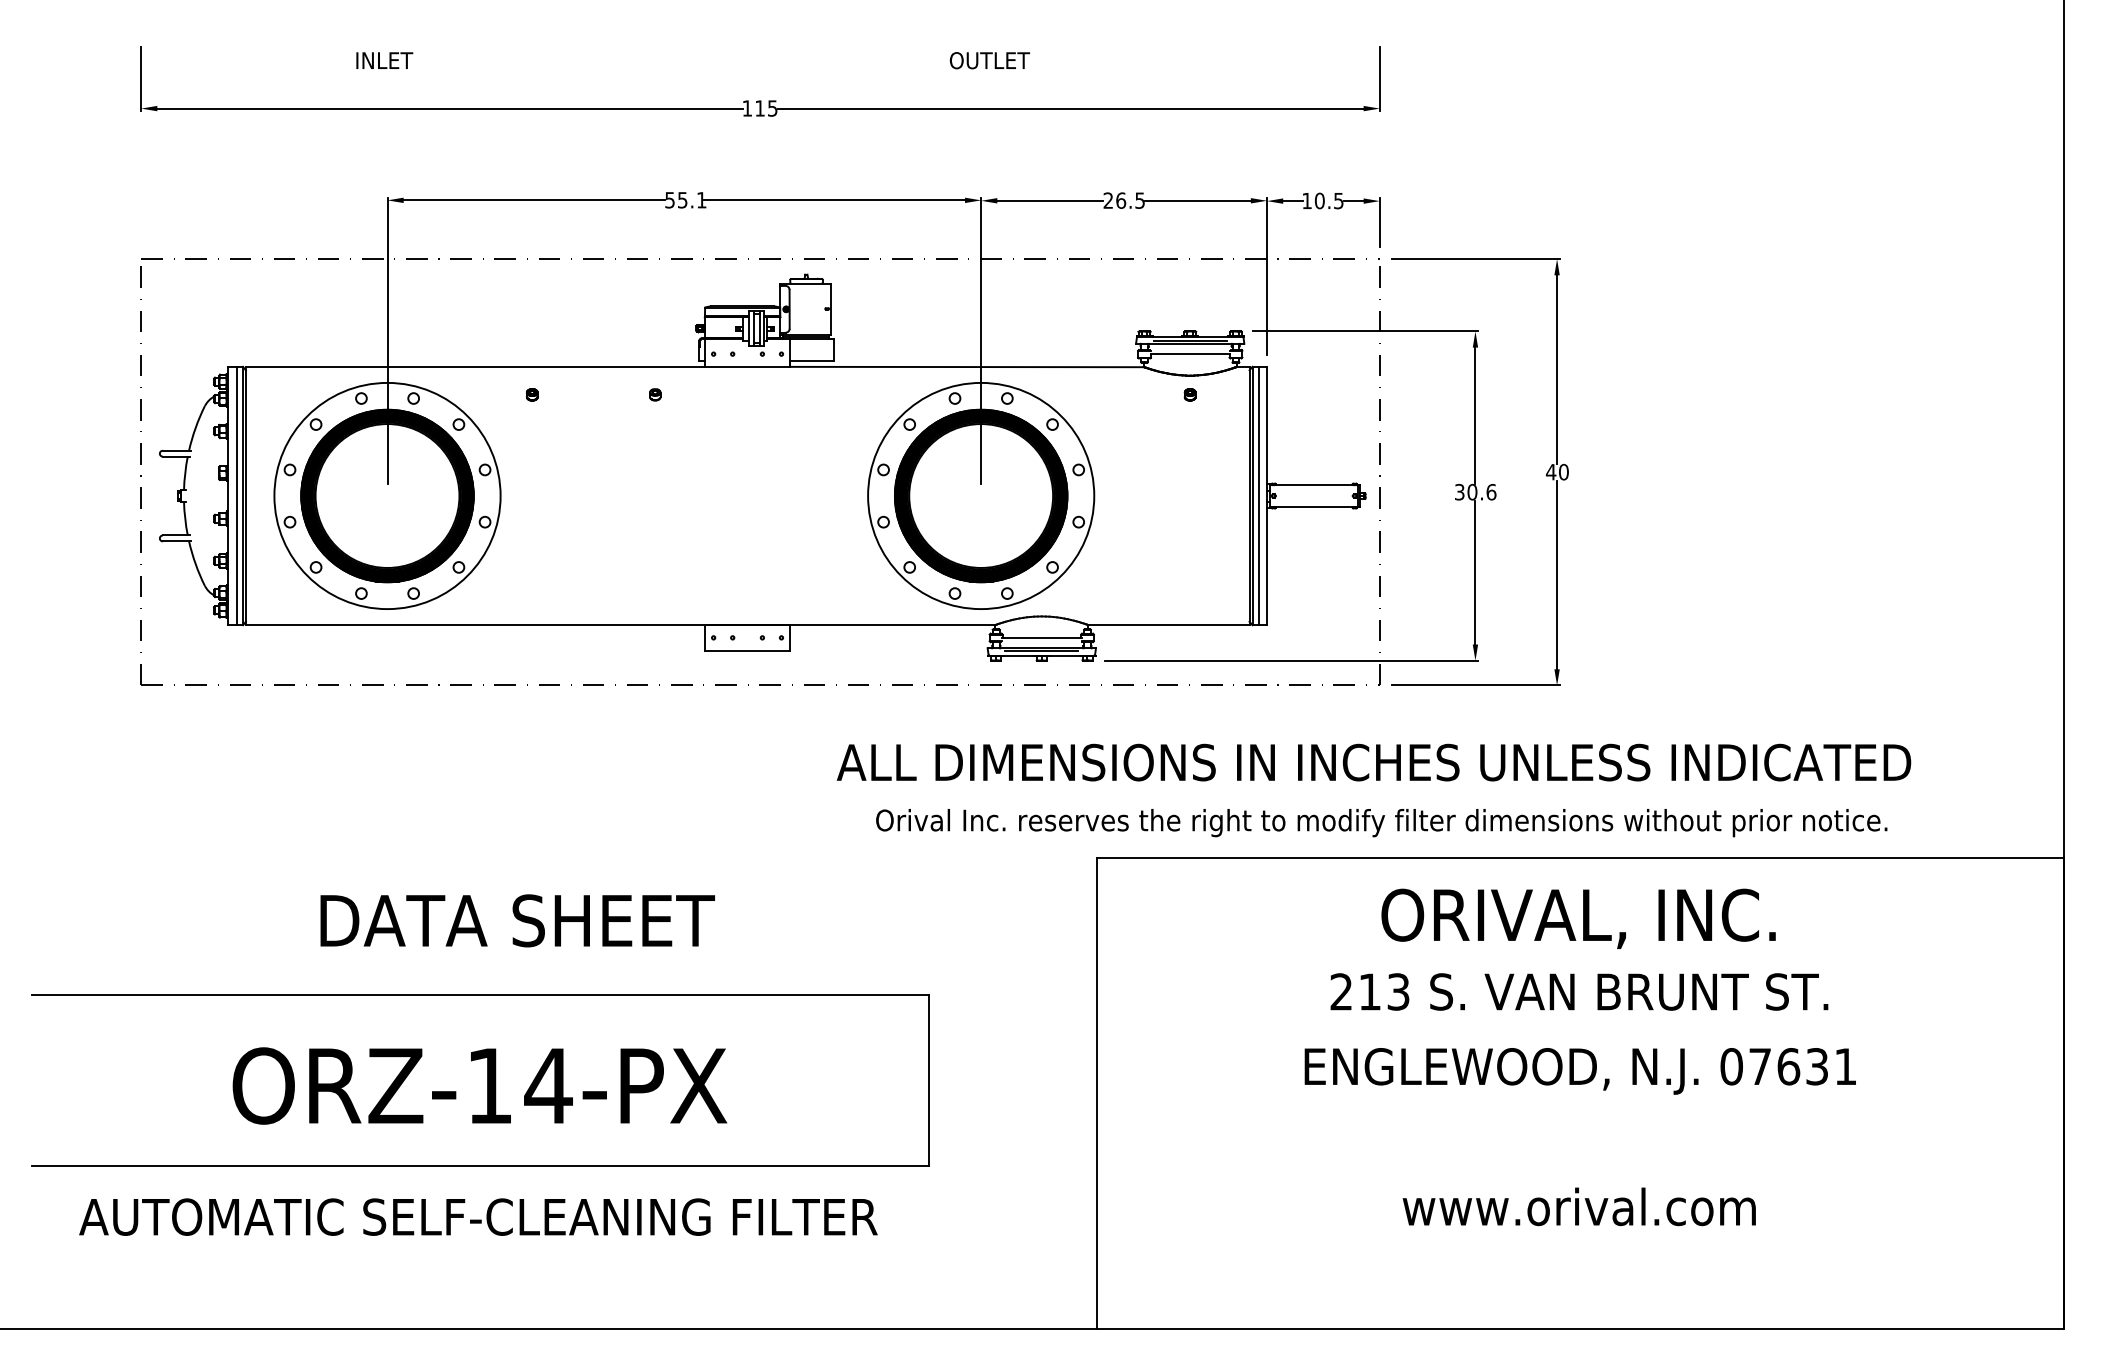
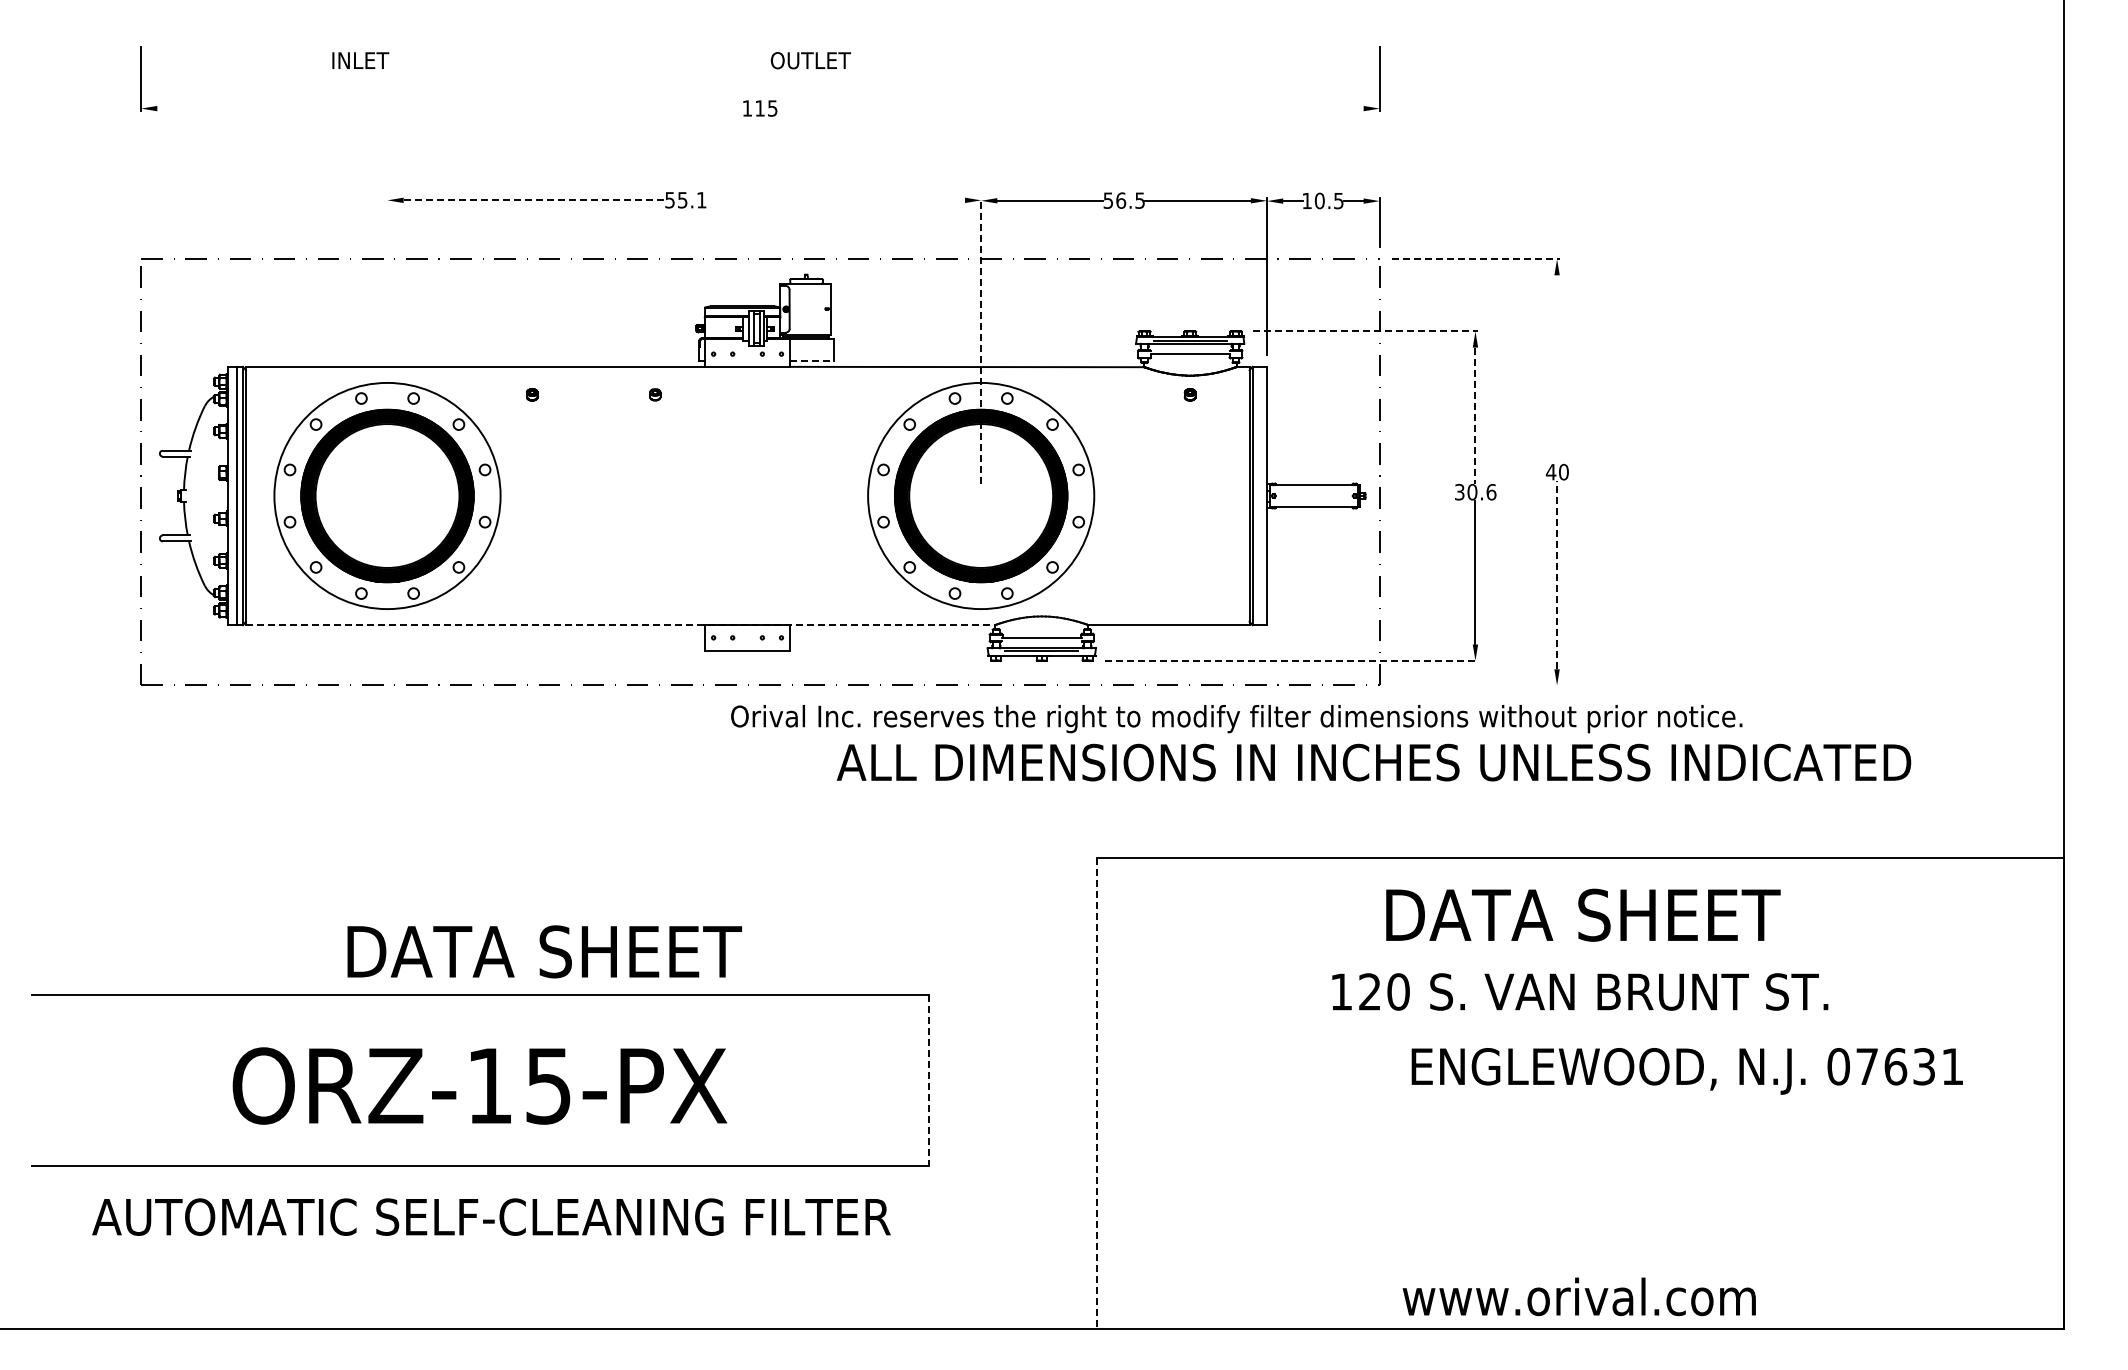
text at (384, 60) position: (384, 60) -> (360, 60)
text at (989, 60) position: (989, 60) -> (810, 60)
line at (449, 108): present -> none
line at (1070, 108): present -> none
line at (534, 200): solid -> dashed
line at (834, 200): present -> none
text at (1107, 200): 26.5 -> 56.5
line at (1475, 259): solid -> dashed
line at (1366, 331): solid -> dashed
line at (387, 340): present -> none
line at (981, 340): solid -> dashed
line at (811, 360): solid -> dashed
line at (1557, 369): present -> none
line at (1475, 416): solid -> dashed
line at (1258, 495): present -> none
line at (1557, 574): solid -> dashed
line at (620, 625): solid -> dashed
line at (1291, 660): solid -> dashed
line at (1475, 685): present -> none
text at (1381, 823) position: (1381, 823) -> (1236, 719)
text at (1580, 918): ORIVAL, INC. -> DATA SHEET
text at (517, 920) position: (517, 920) -> (544, 951)
text at (1369, 991): 213 -> 120
text at (1579, 1071) position: (1579, 1071) -> (1686, 1071)
line at (929, 1081): solid -> dashed
text at (548, 1086): ORZ-14-PX -> ORZ-15-PX
line at (1096, 1094): solid -> dashed
text at (1578, 1206) position: (1578, 1206) -> (1578, 1296)
text at (478, 1216) position: (478, 1216) -> (491, 1216)
